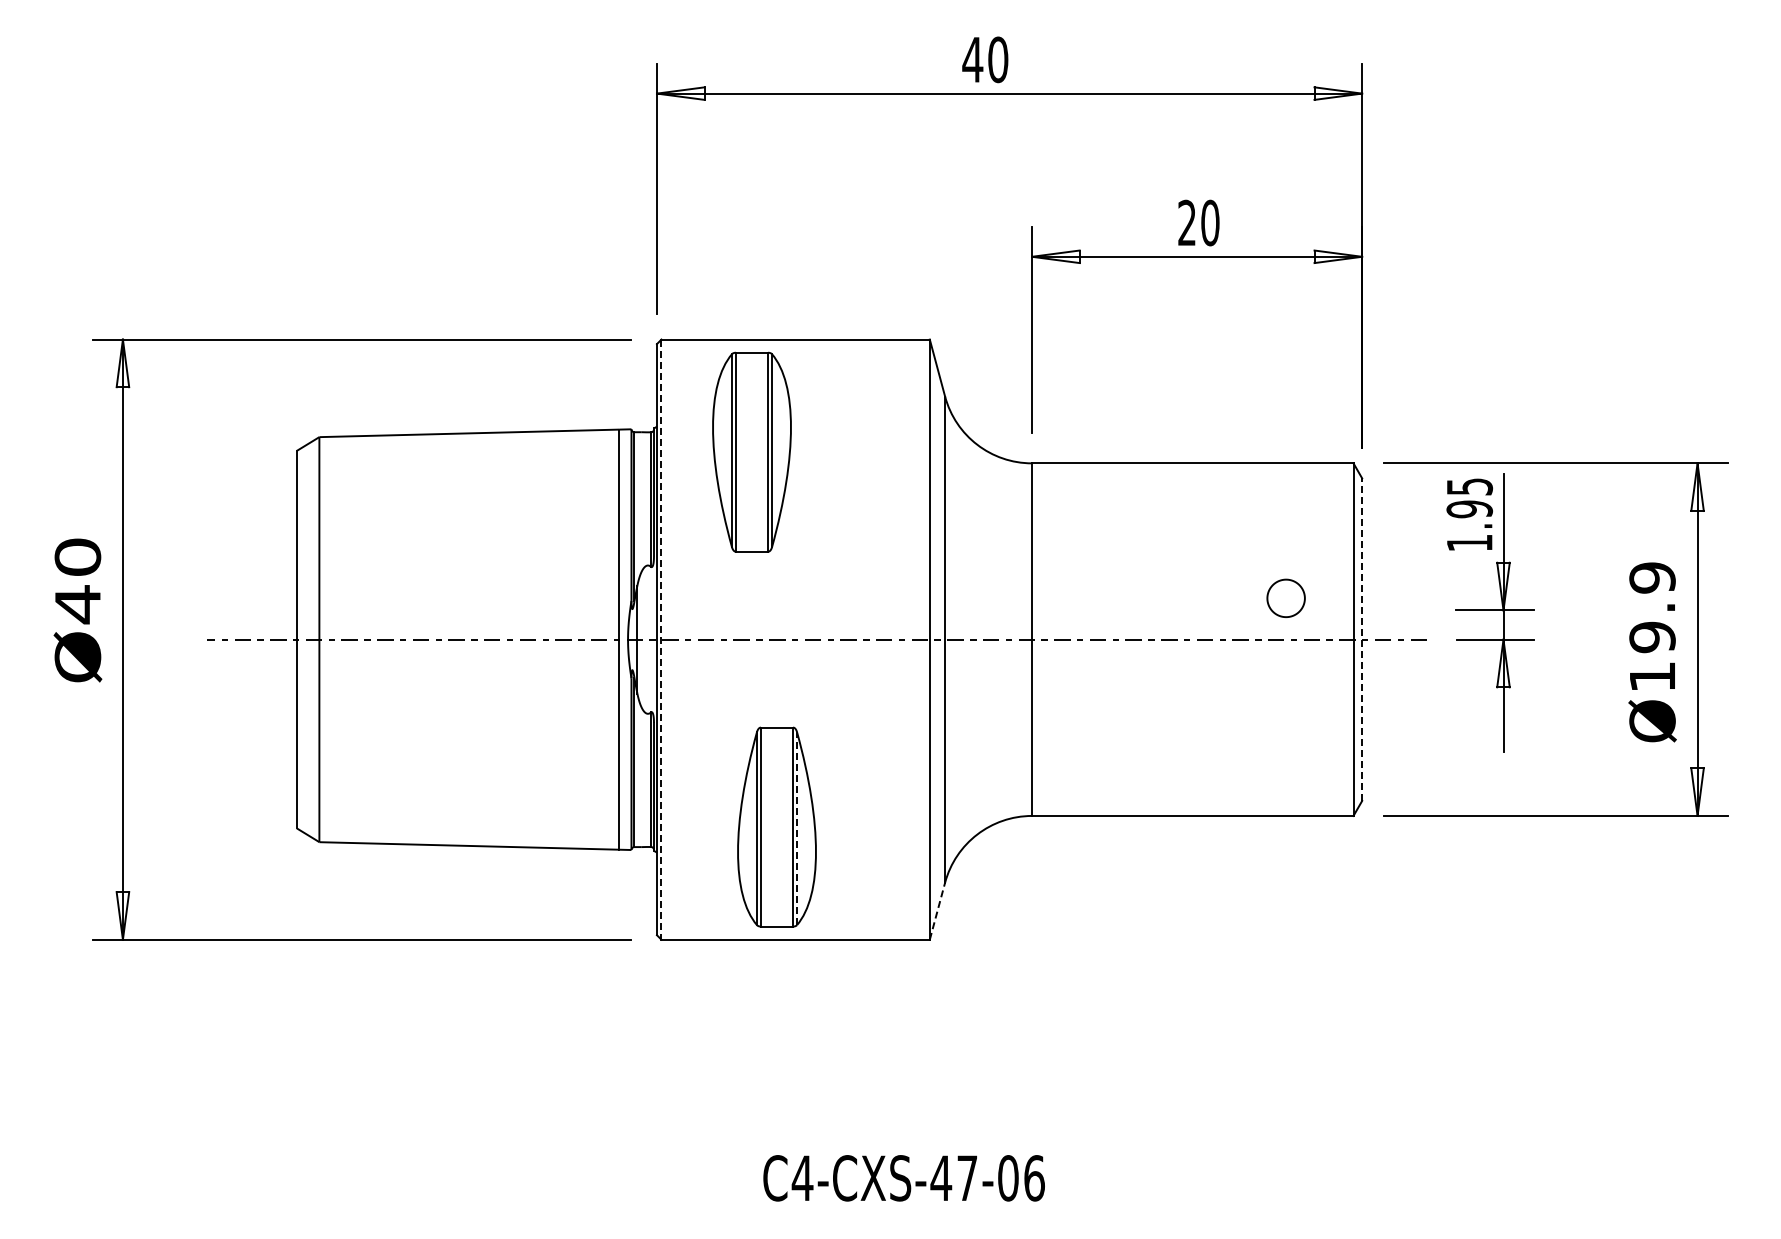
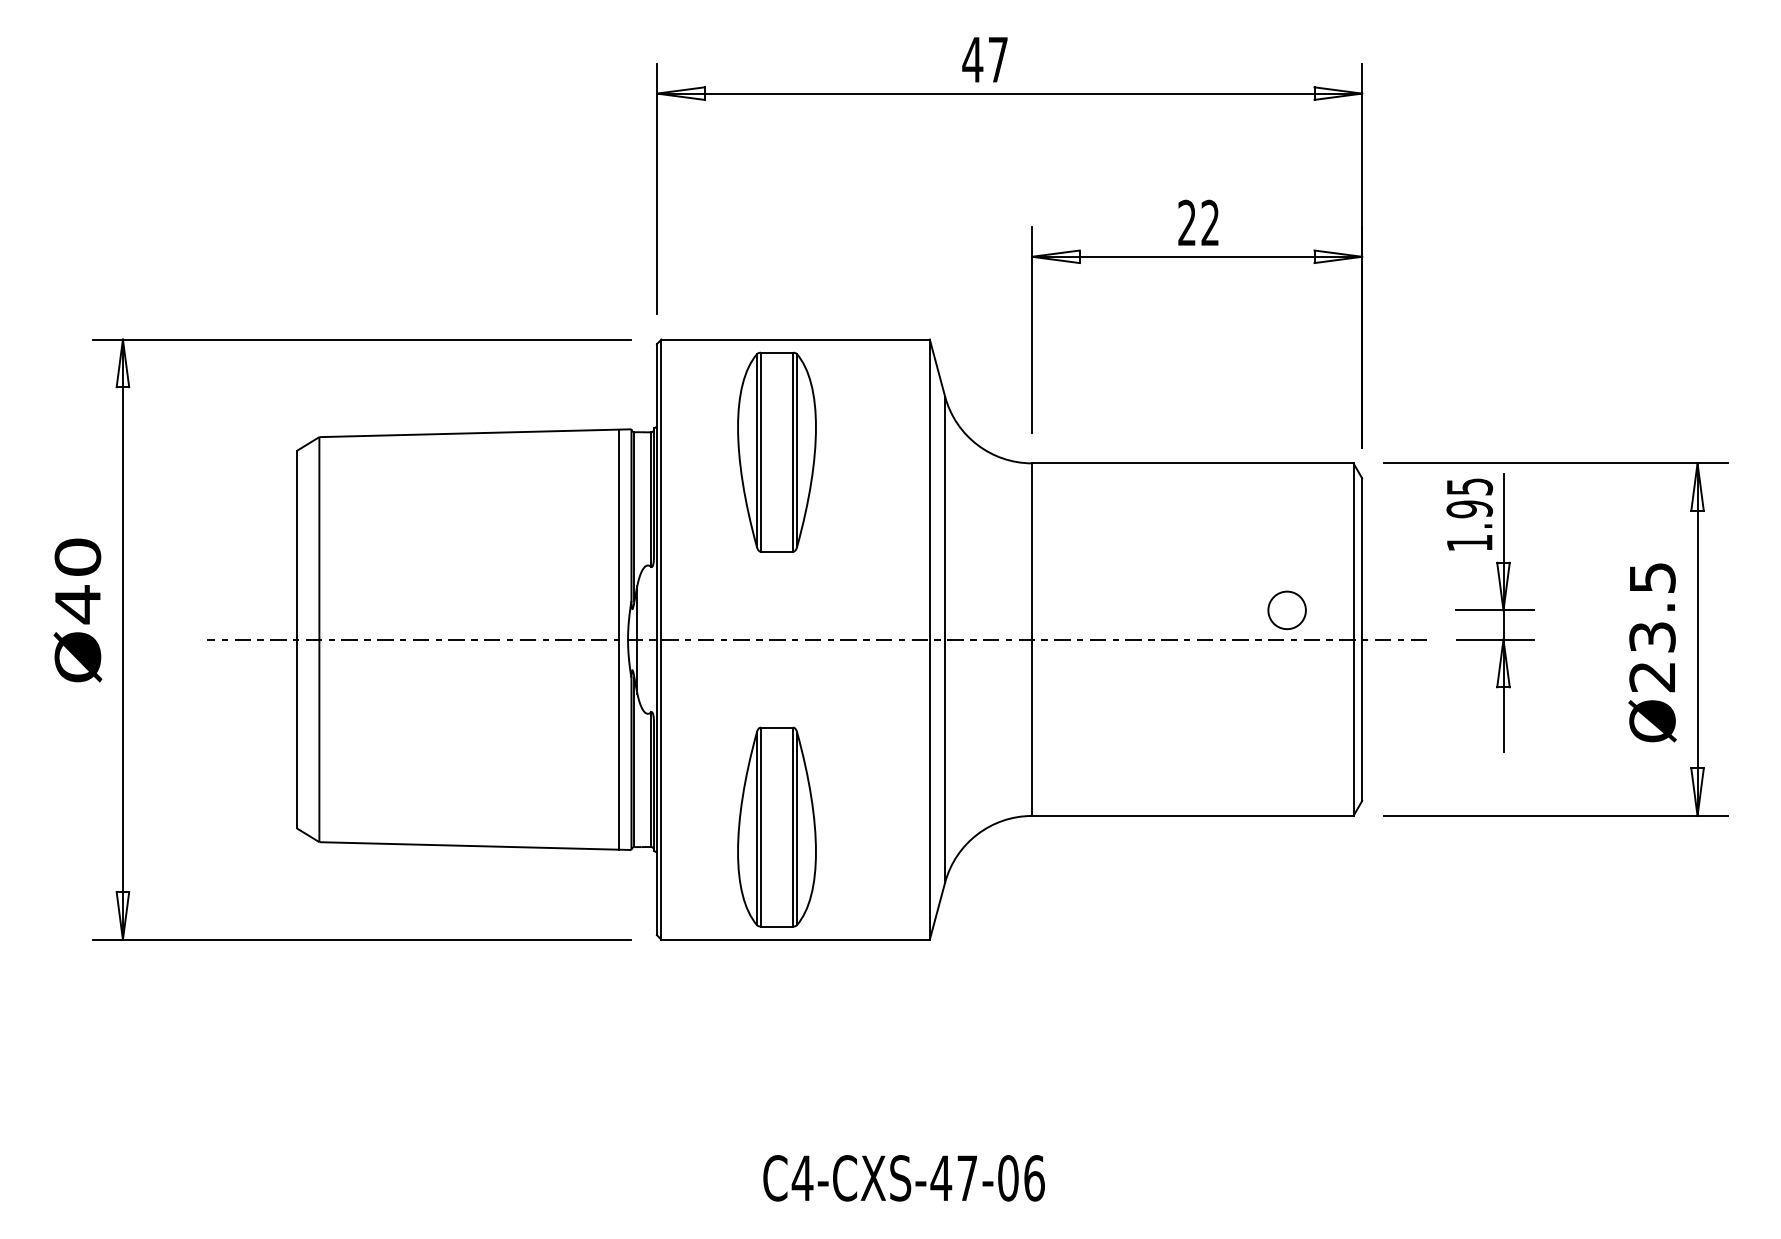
text at (998, 59): 40 -> 47
text at (1210, 222): 20 -> 22
part at (751, 451) position: (751, 451) -> (776, 451)
part at (1285, 597) position: (1285, 597) -> (1286, 609)
text at (1652, 627): Ø19.9 -> Ø23.5
line at (1362, 639): dashed -> solid
line at (661, 640): dashed -> solid
line at (797, 828): dashed -> solid
line at (937, 911): dashed -> solid
